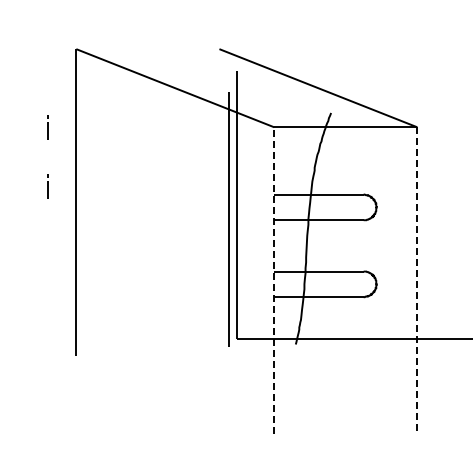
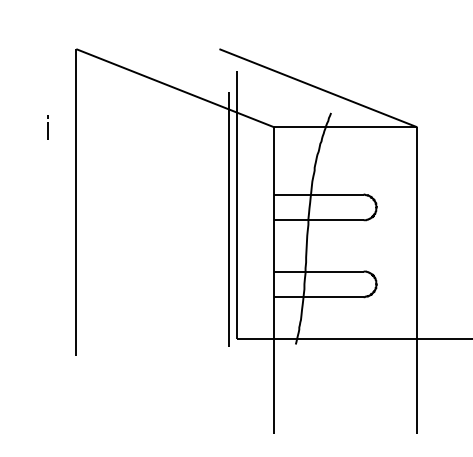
line at (47, 186): present -> none
line at (274, 279): dashed -> solid
line at (417, 280): dashed -> solid
